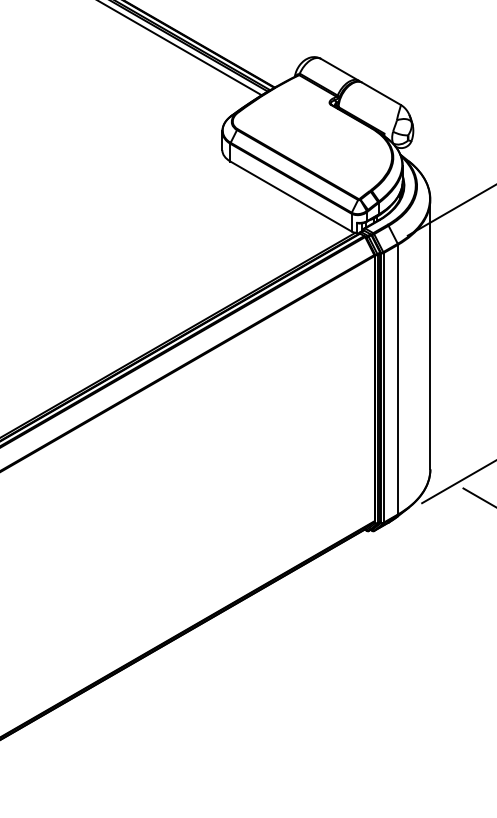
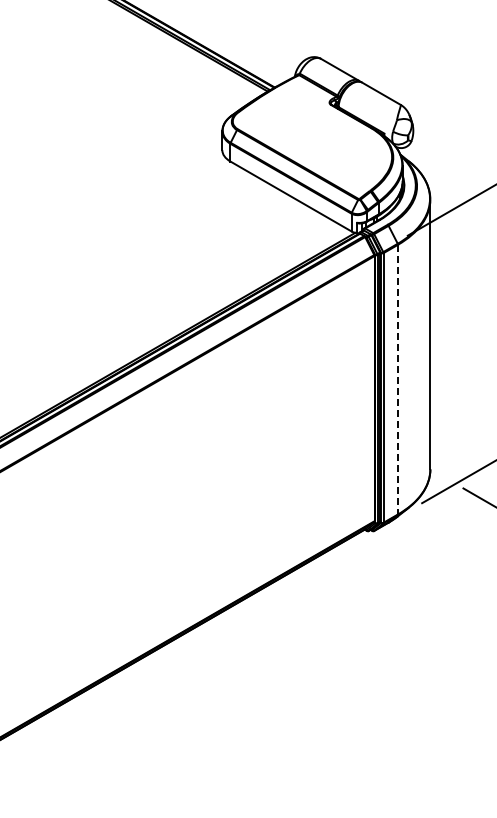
line at (180, 48): present -> none
line at (398, 379): solid -> dashed
